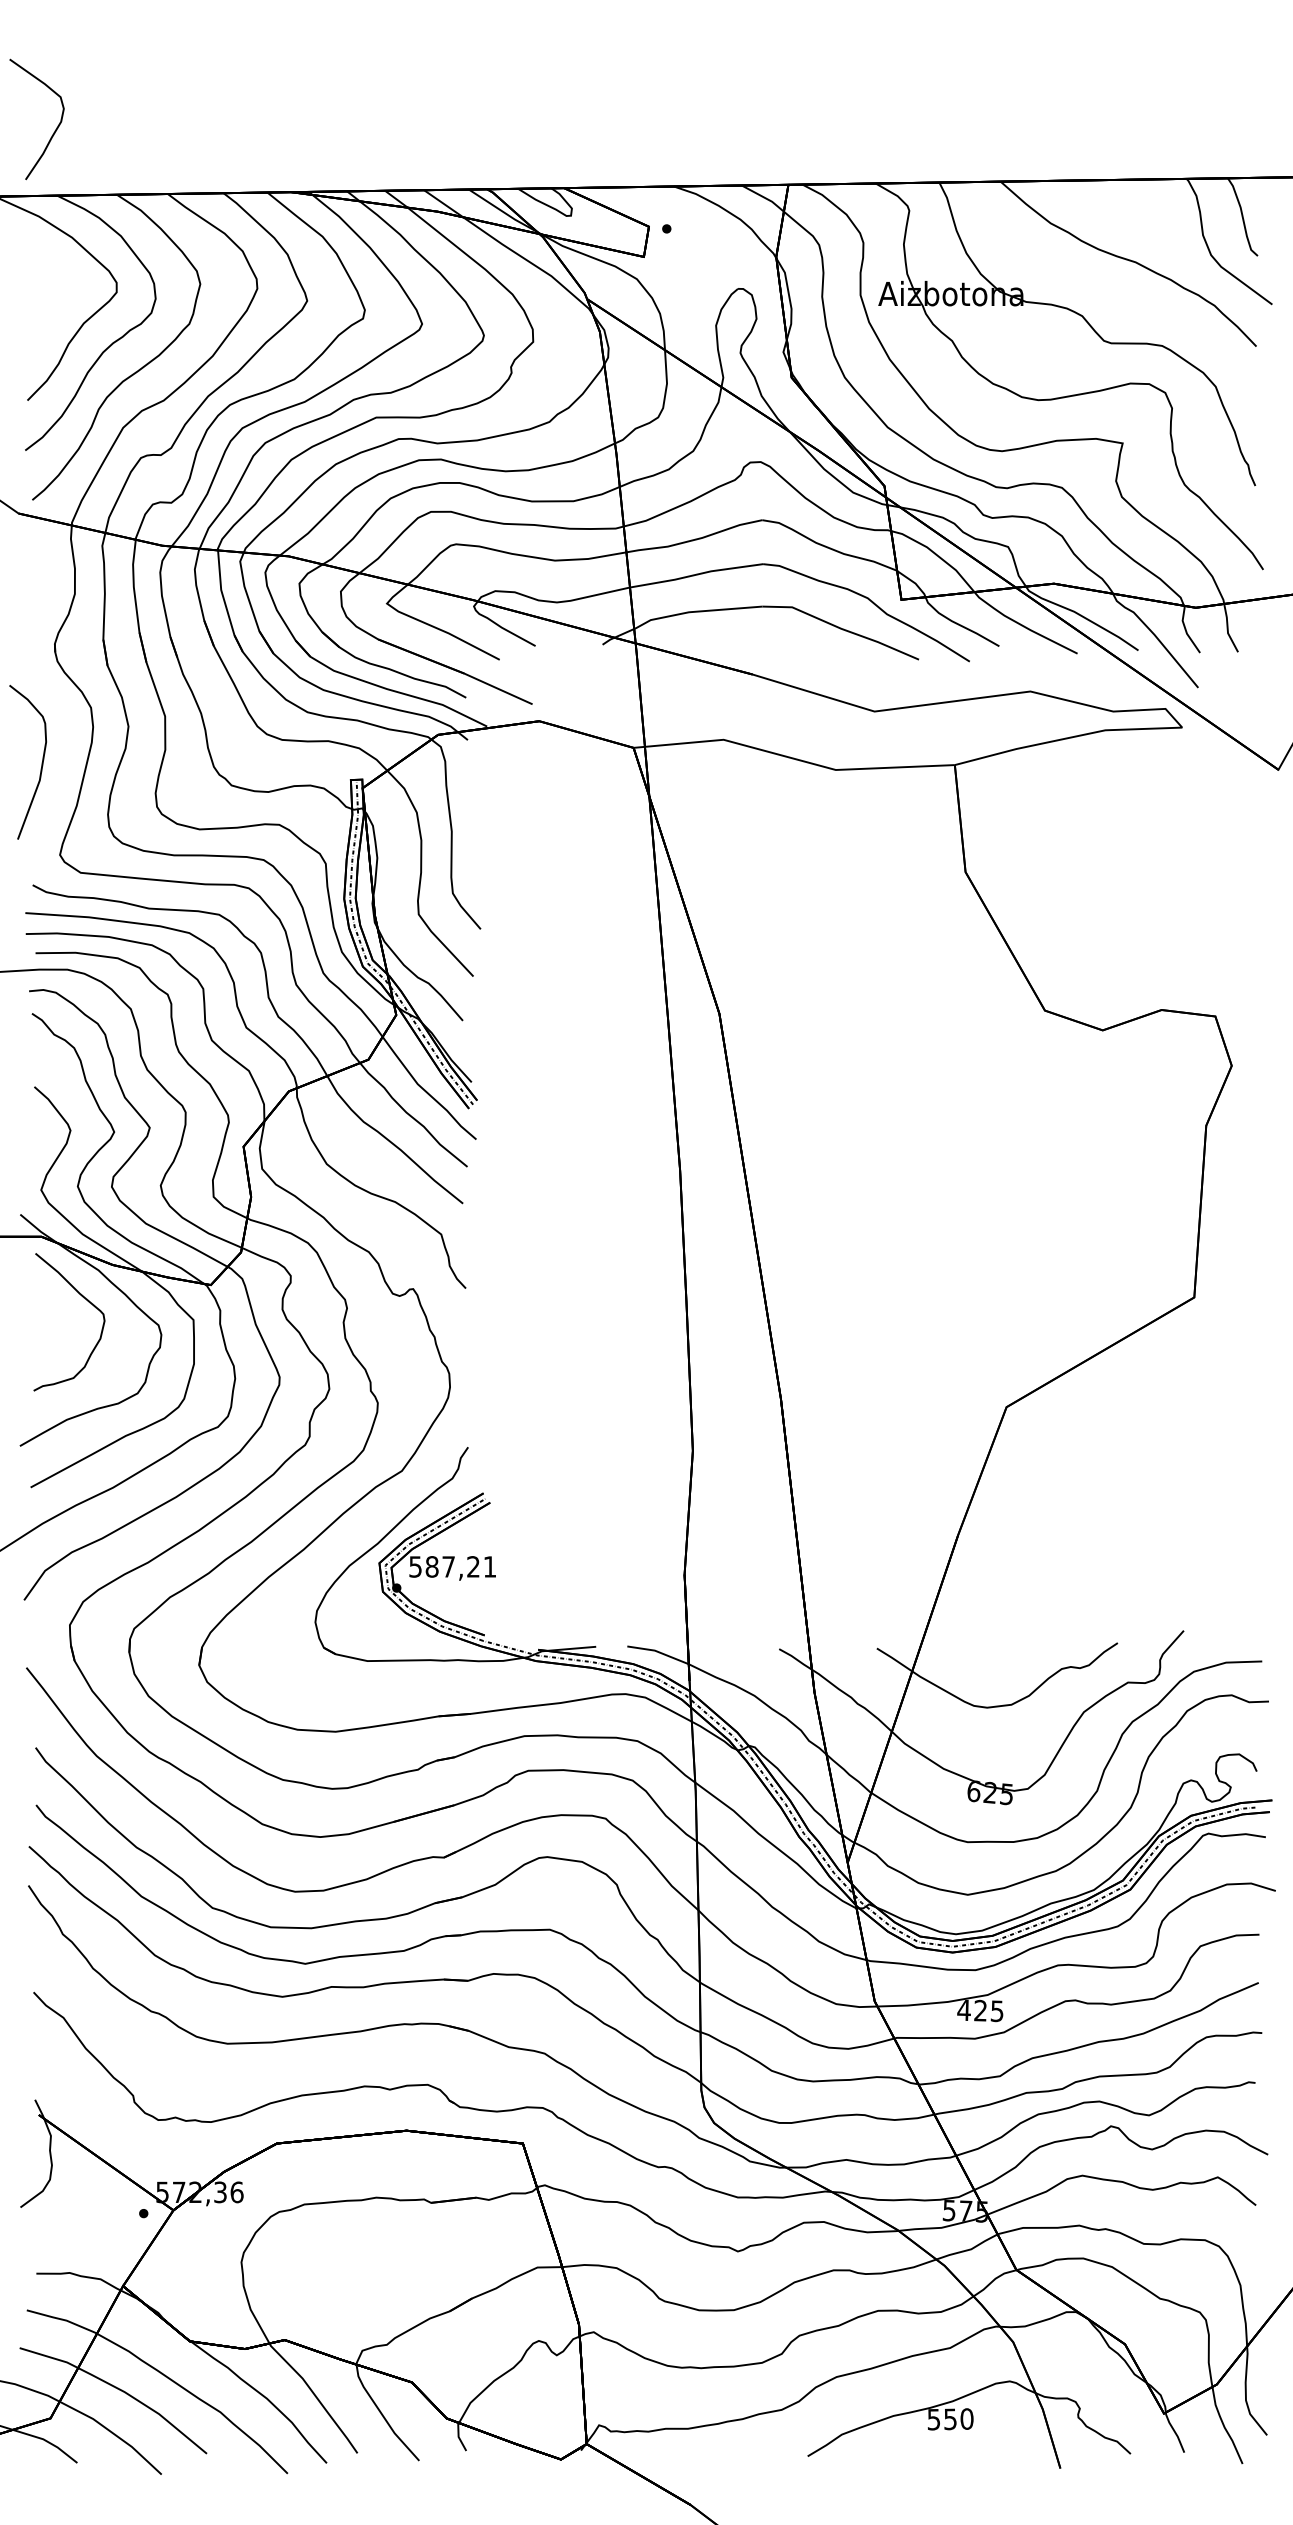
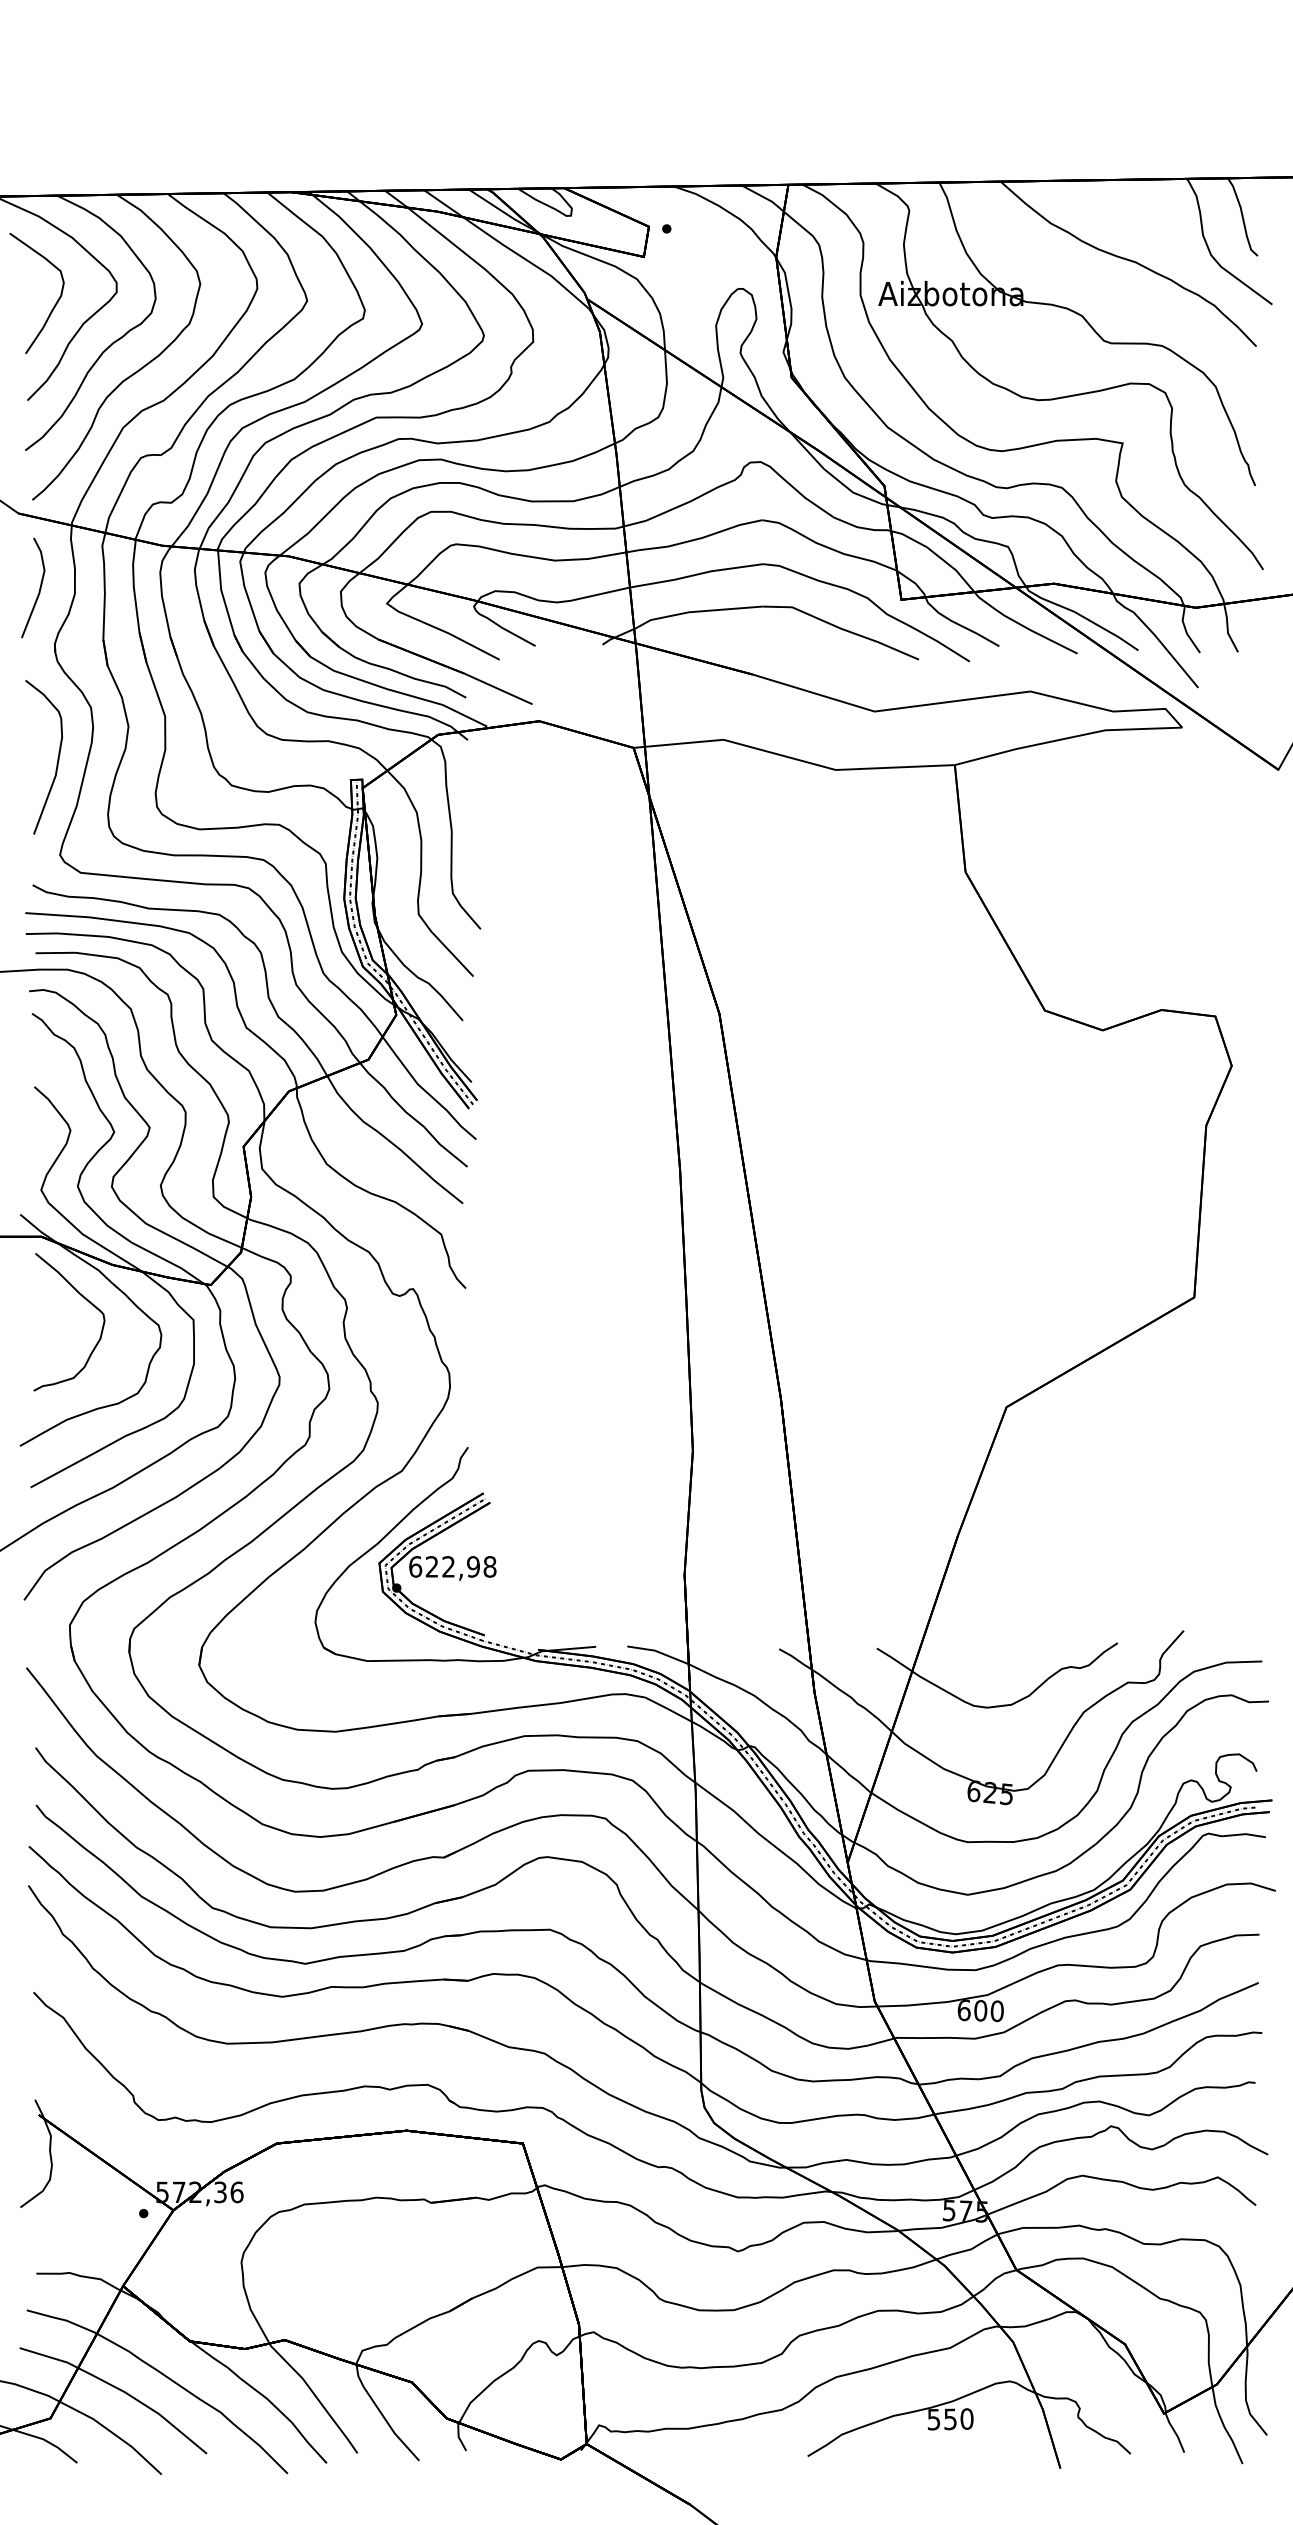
curve at (54, 130) position: (54, 130) -> (54, 304)
line at (39, 587): none -> present
curve at (41, 762) position: (41, 762) -> (57, 757)
text at (452, 1566): 587,21 -> 622,98
text at (980, 2010): 425 -> 600
